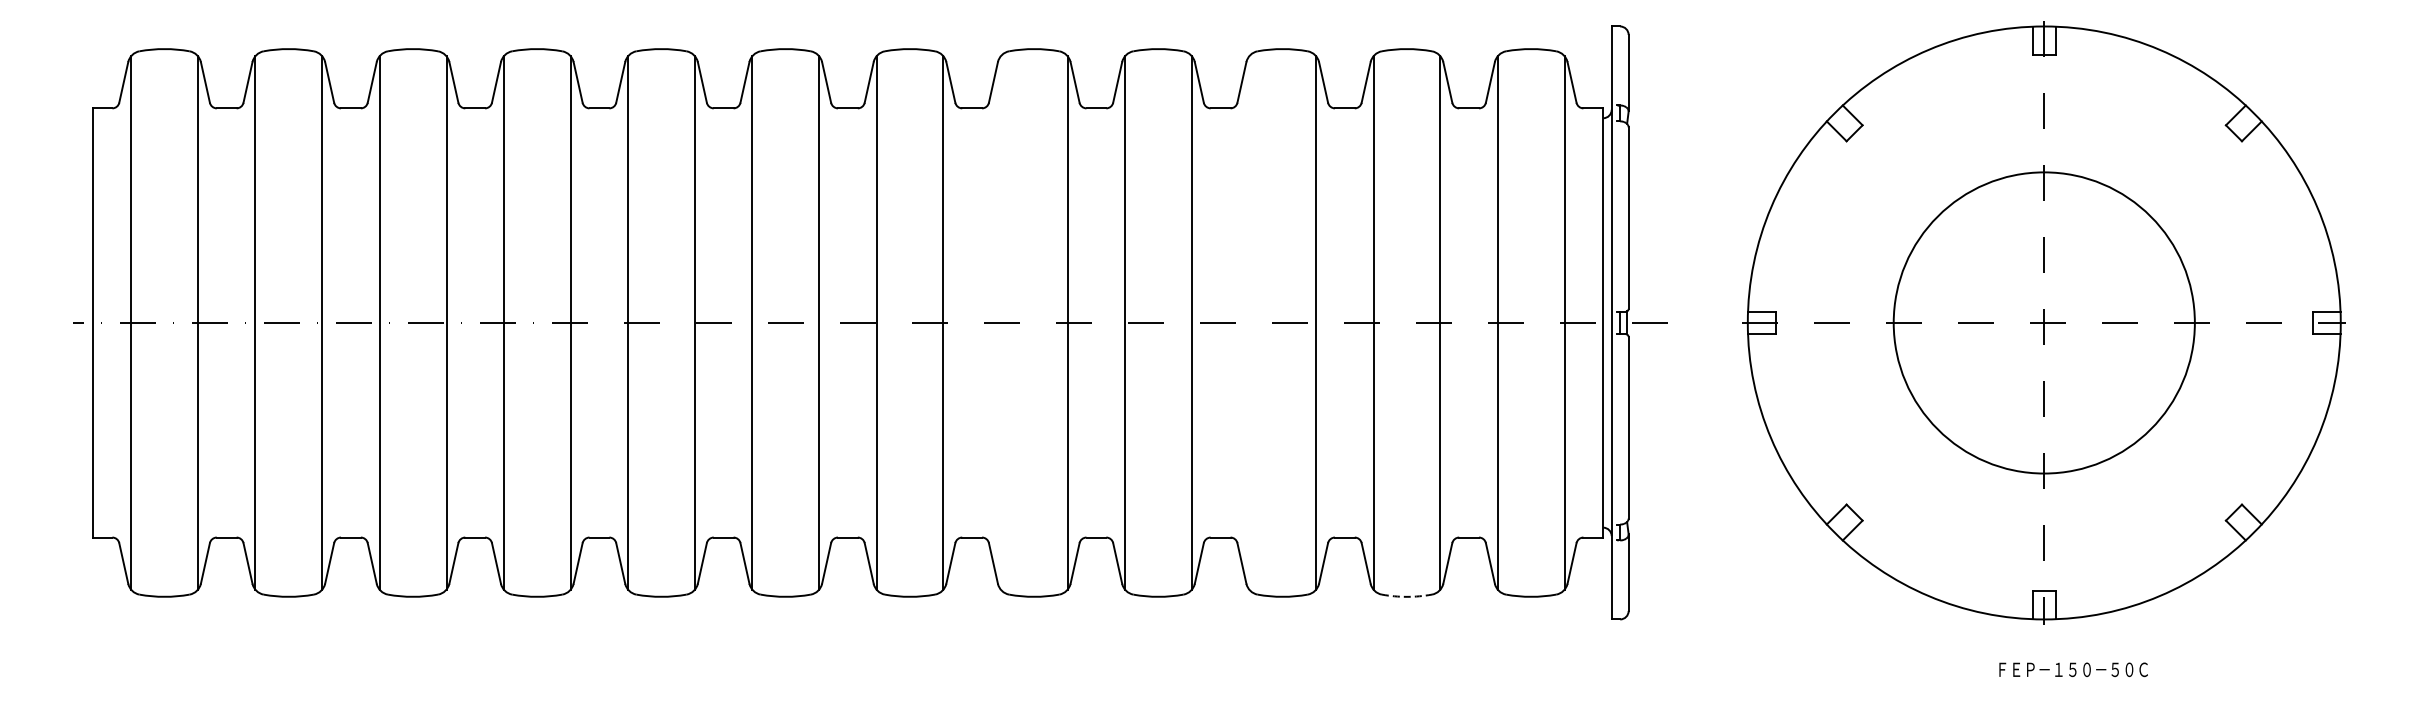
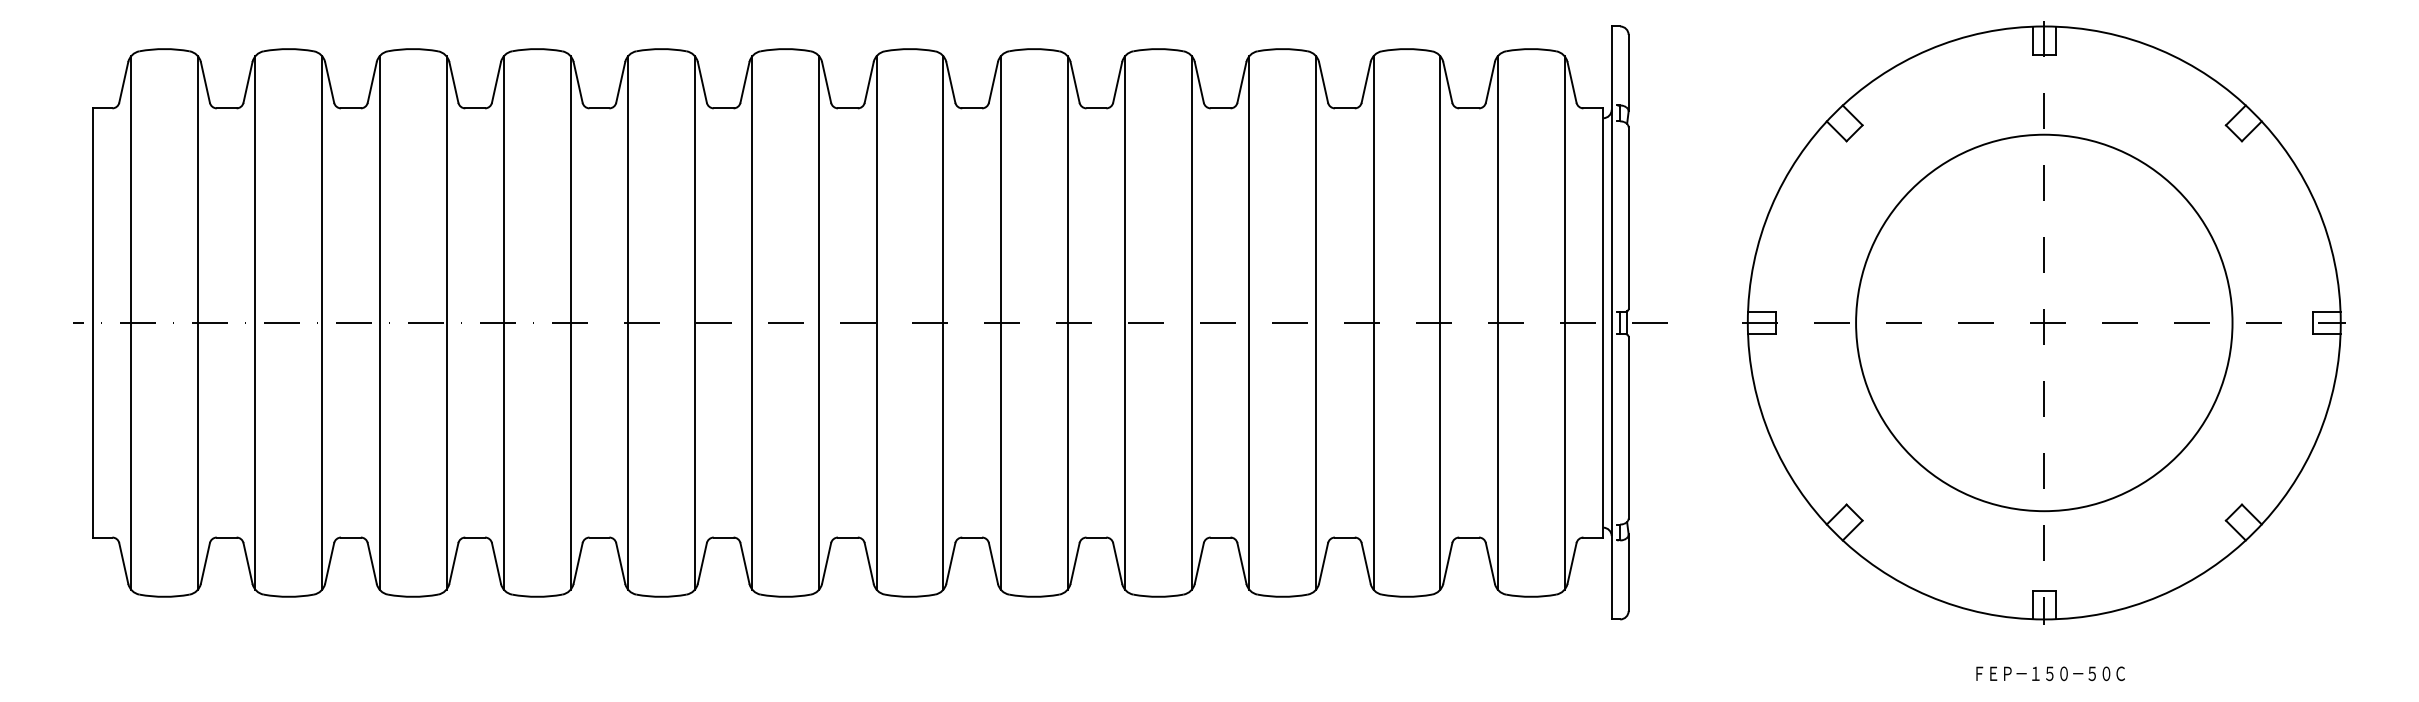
line at (1000, 322): none -> present
line at (1249, 322): none -> present
circle at (2043, 322) diameter: 301 px -> 376 px
arc at (1407, 596): dashed -> solid
text at (2073, 669) position: (2073, 669) -> (2050, 673)
